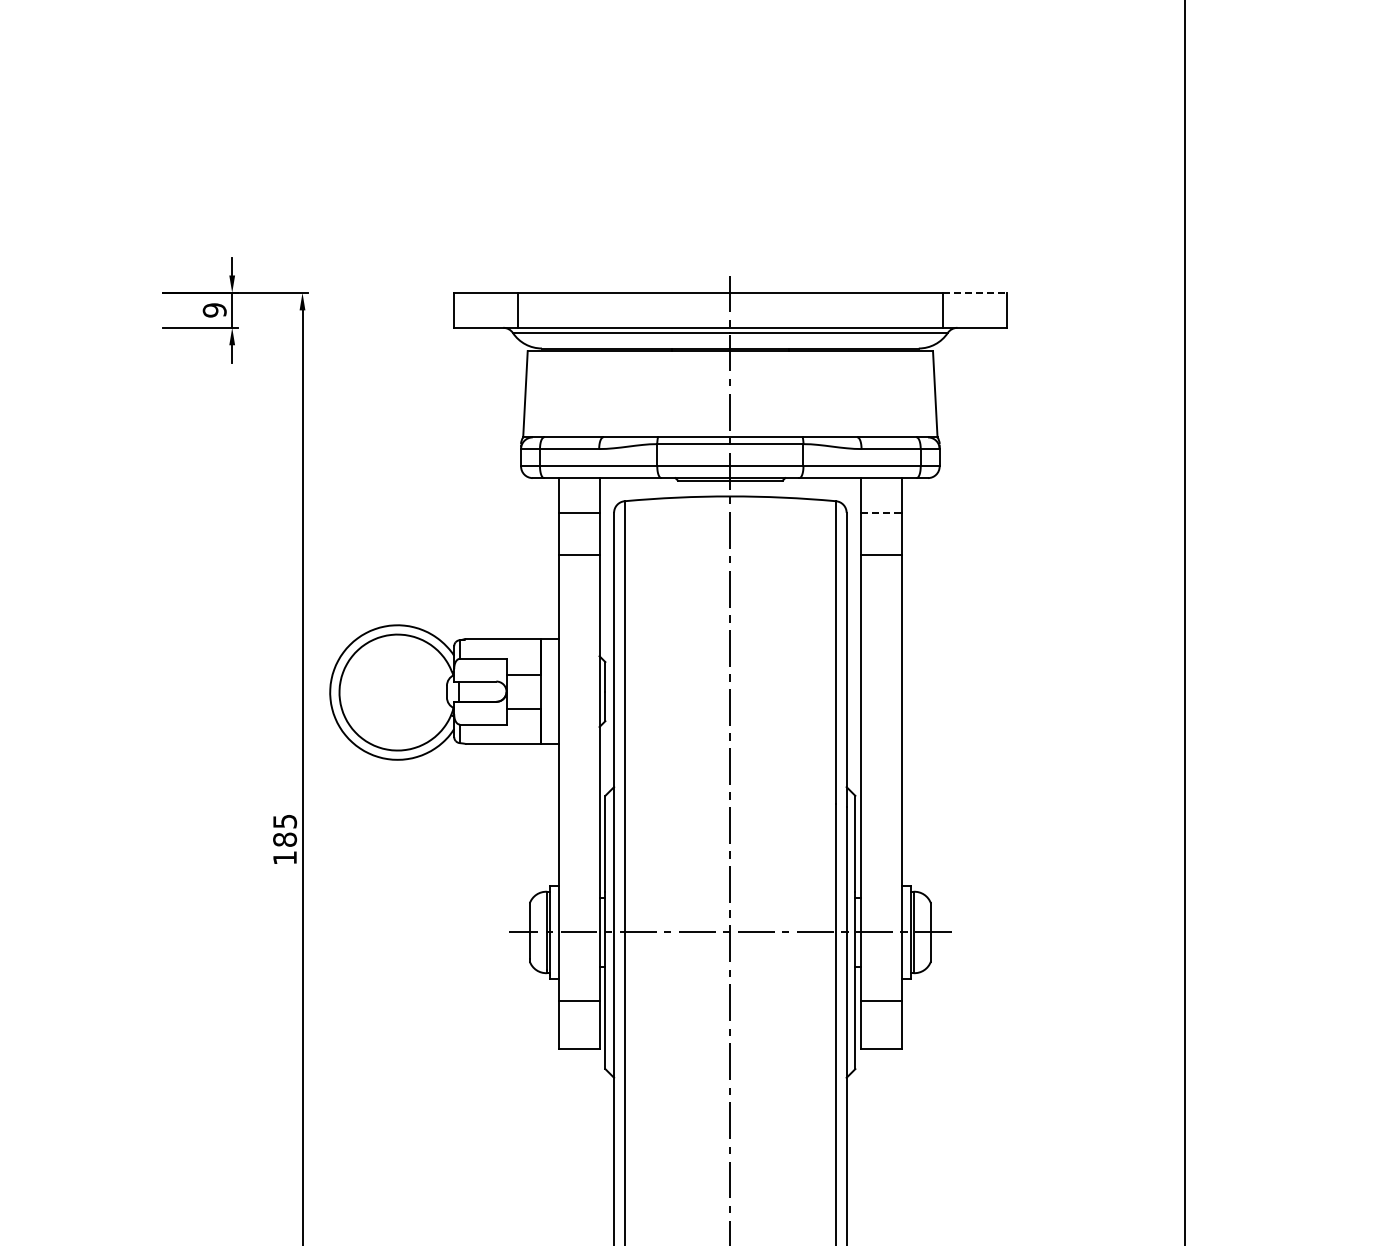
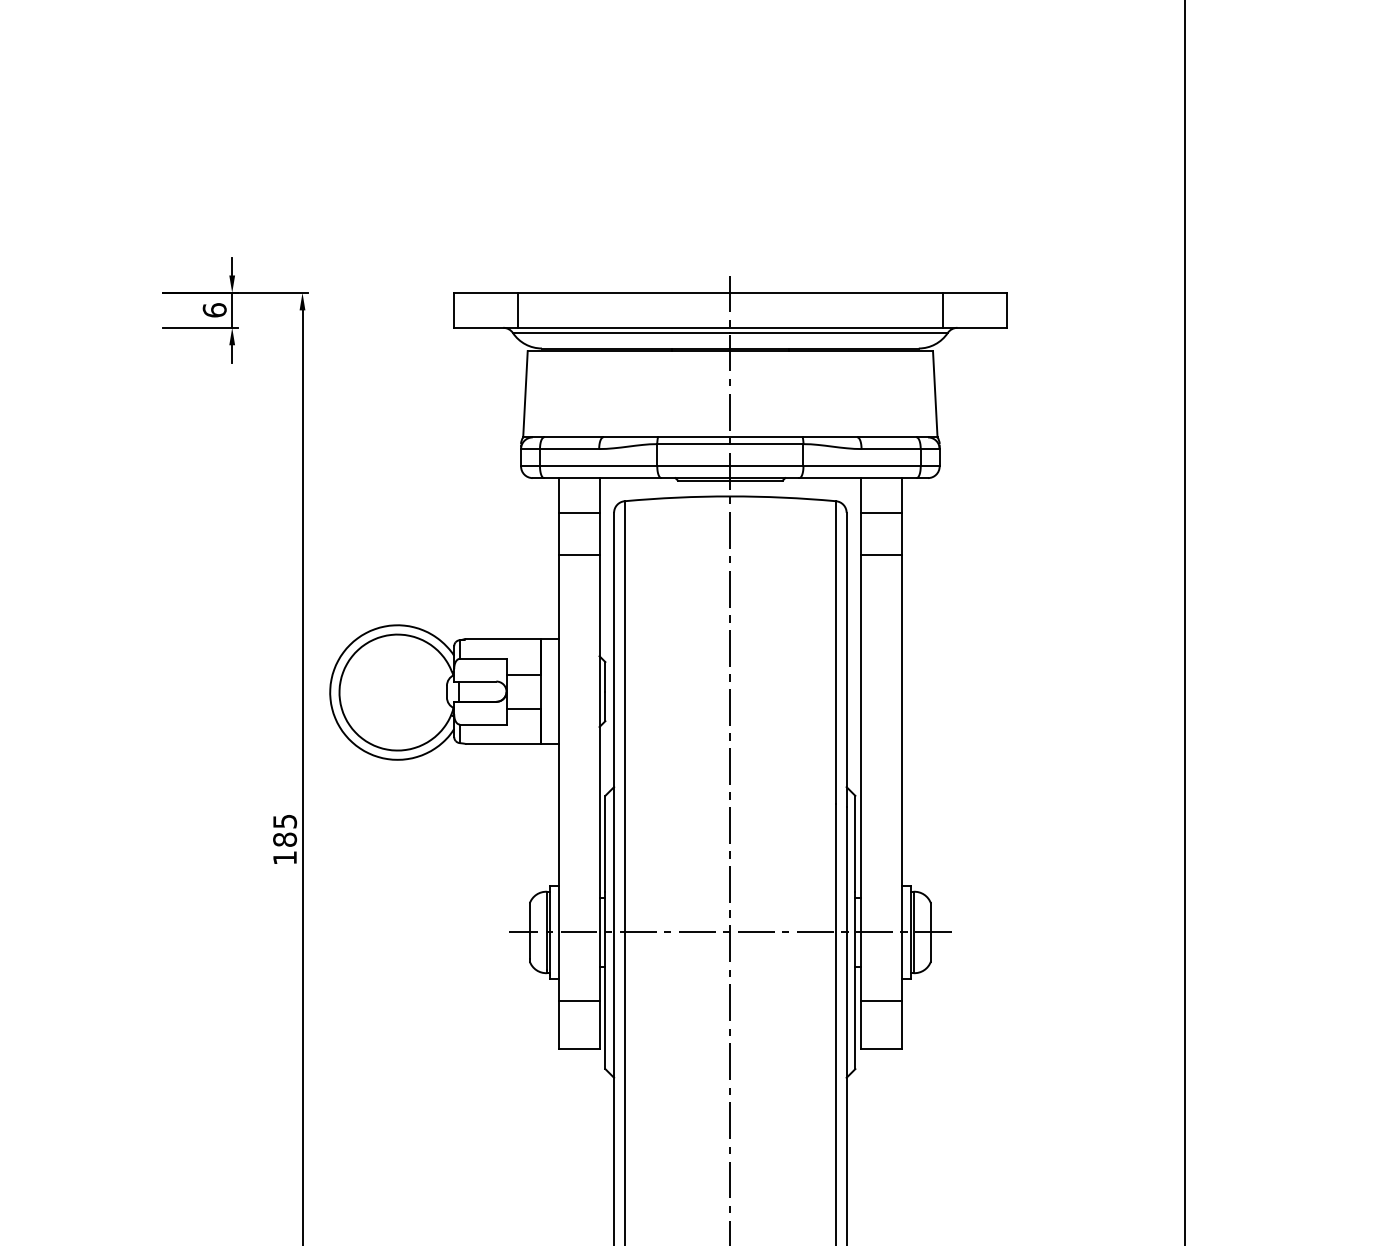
line at (974, 292): dashed -> solid
text at (214, 310): 9 -> 6
line at (882, 513): dashed -> solid
